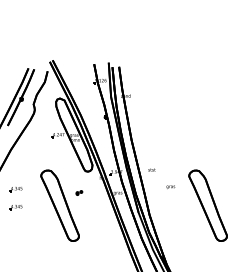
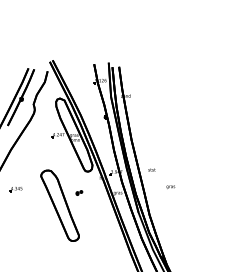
part at (207, 205): present -> none
part at (15, 207): present -> none
